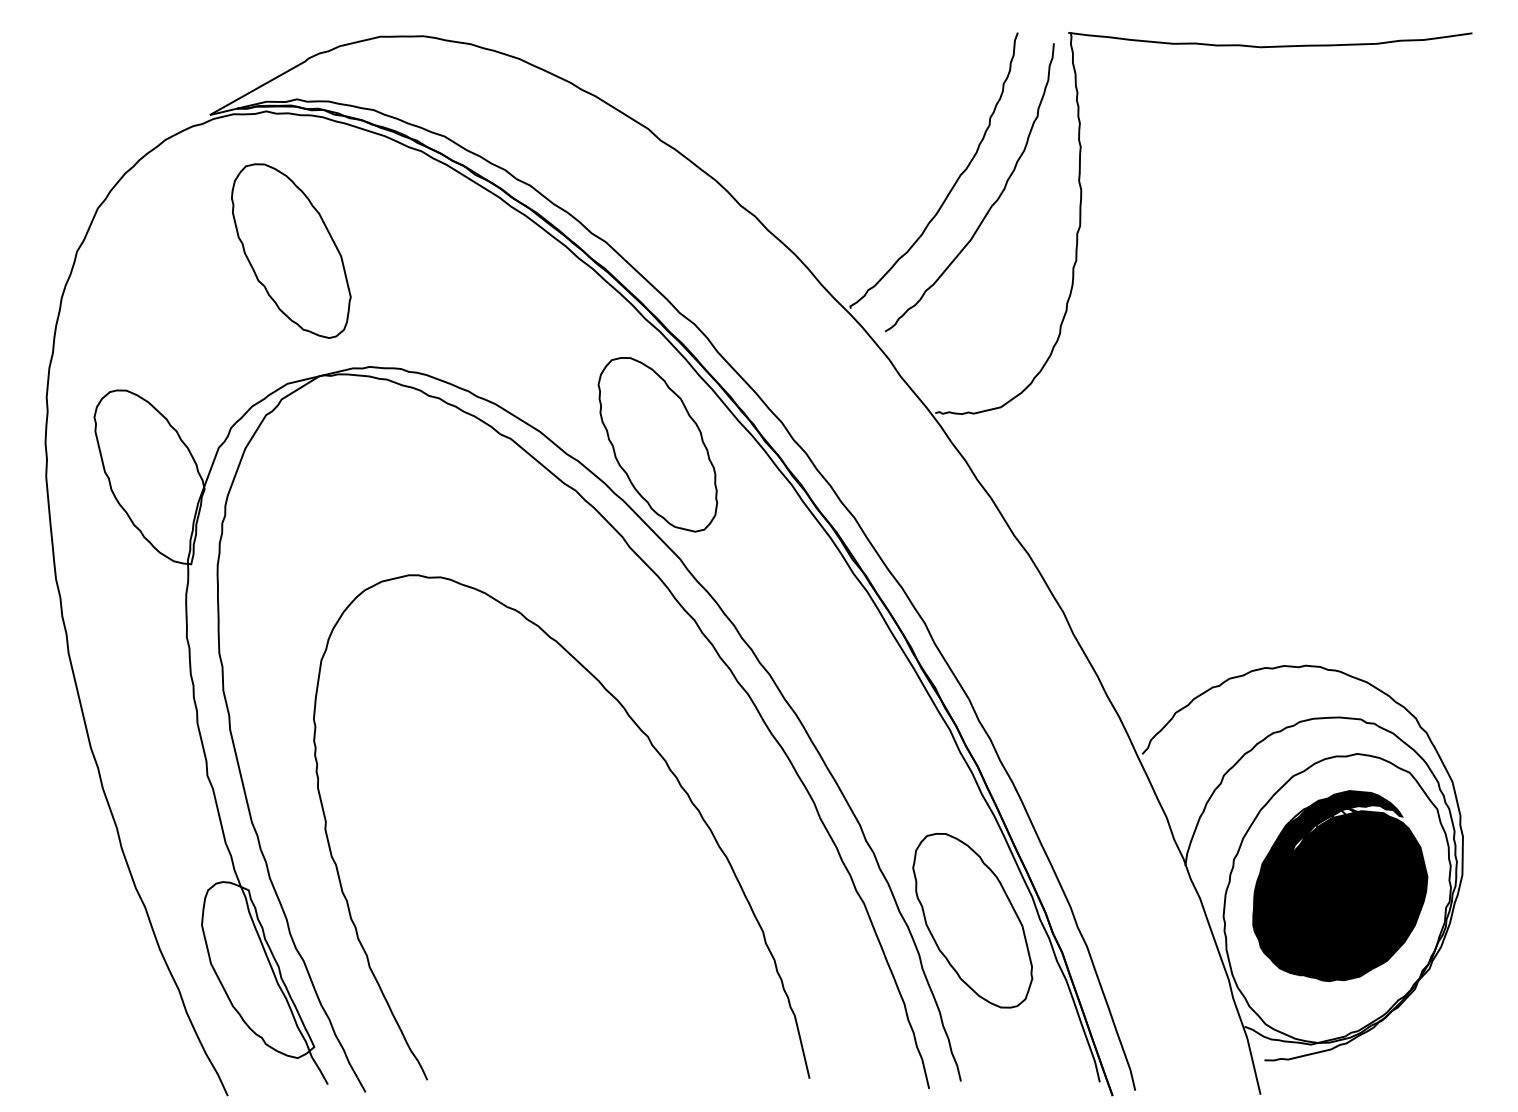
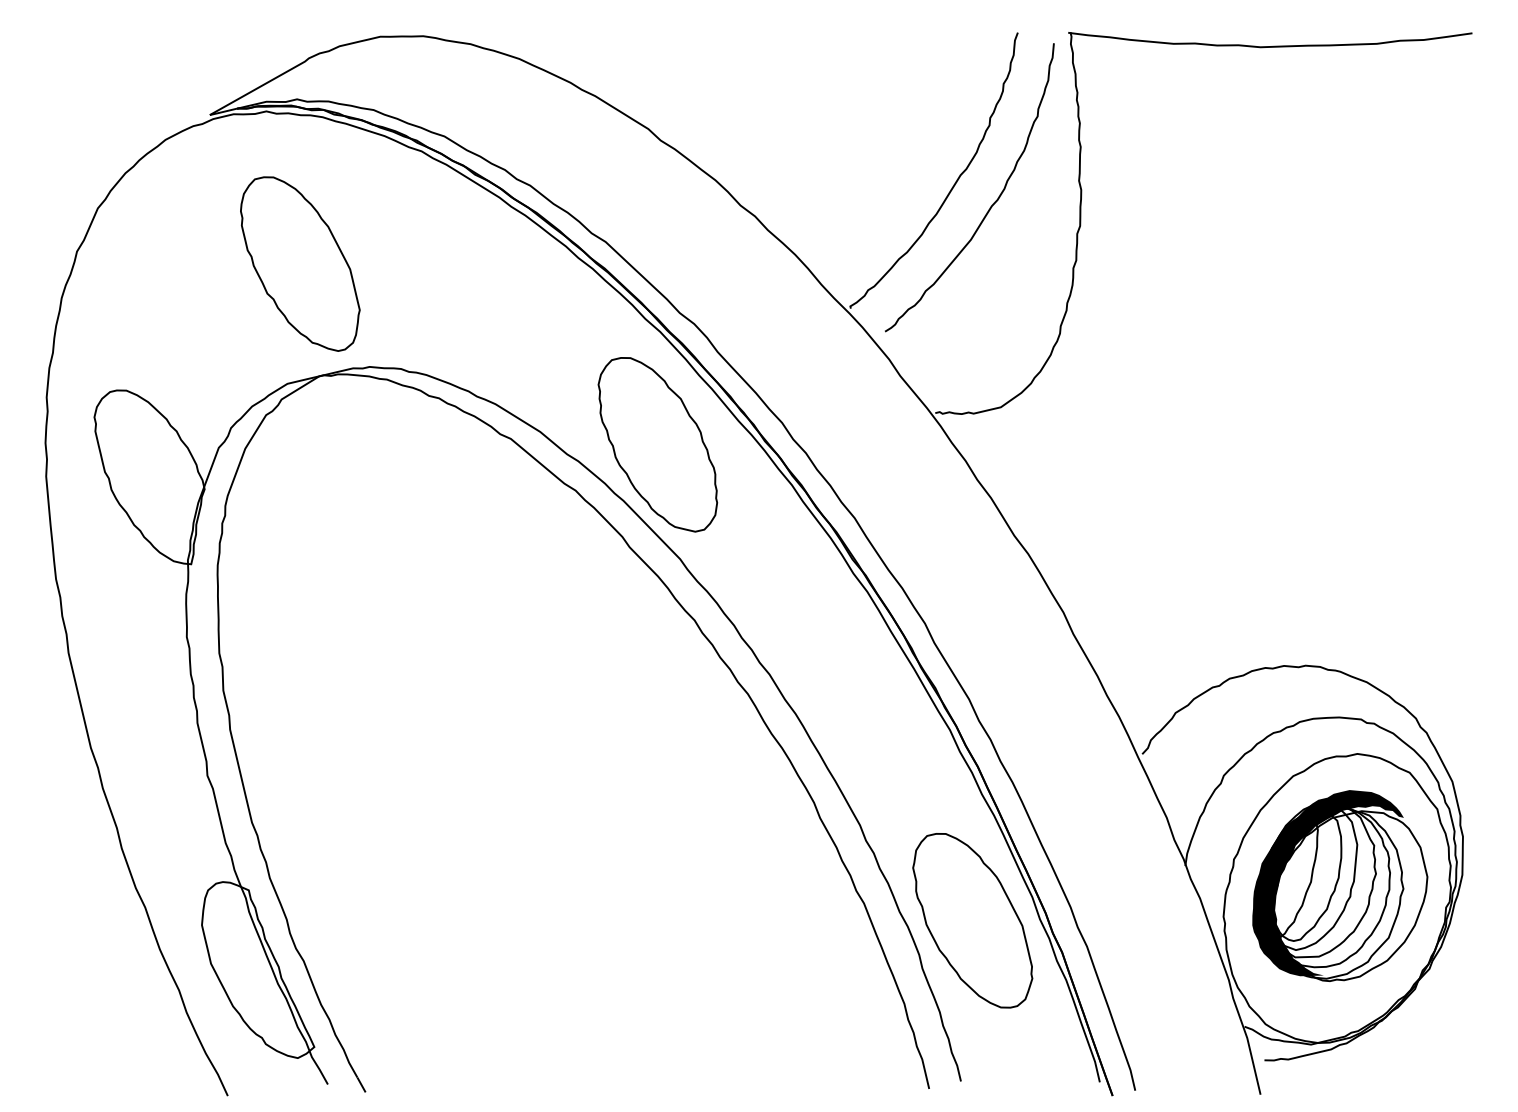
part at (291, 250) position: (291, 250) -> (300, 263)
part at (652, 747): present -> none
fill at (1350, 896): present -> none
